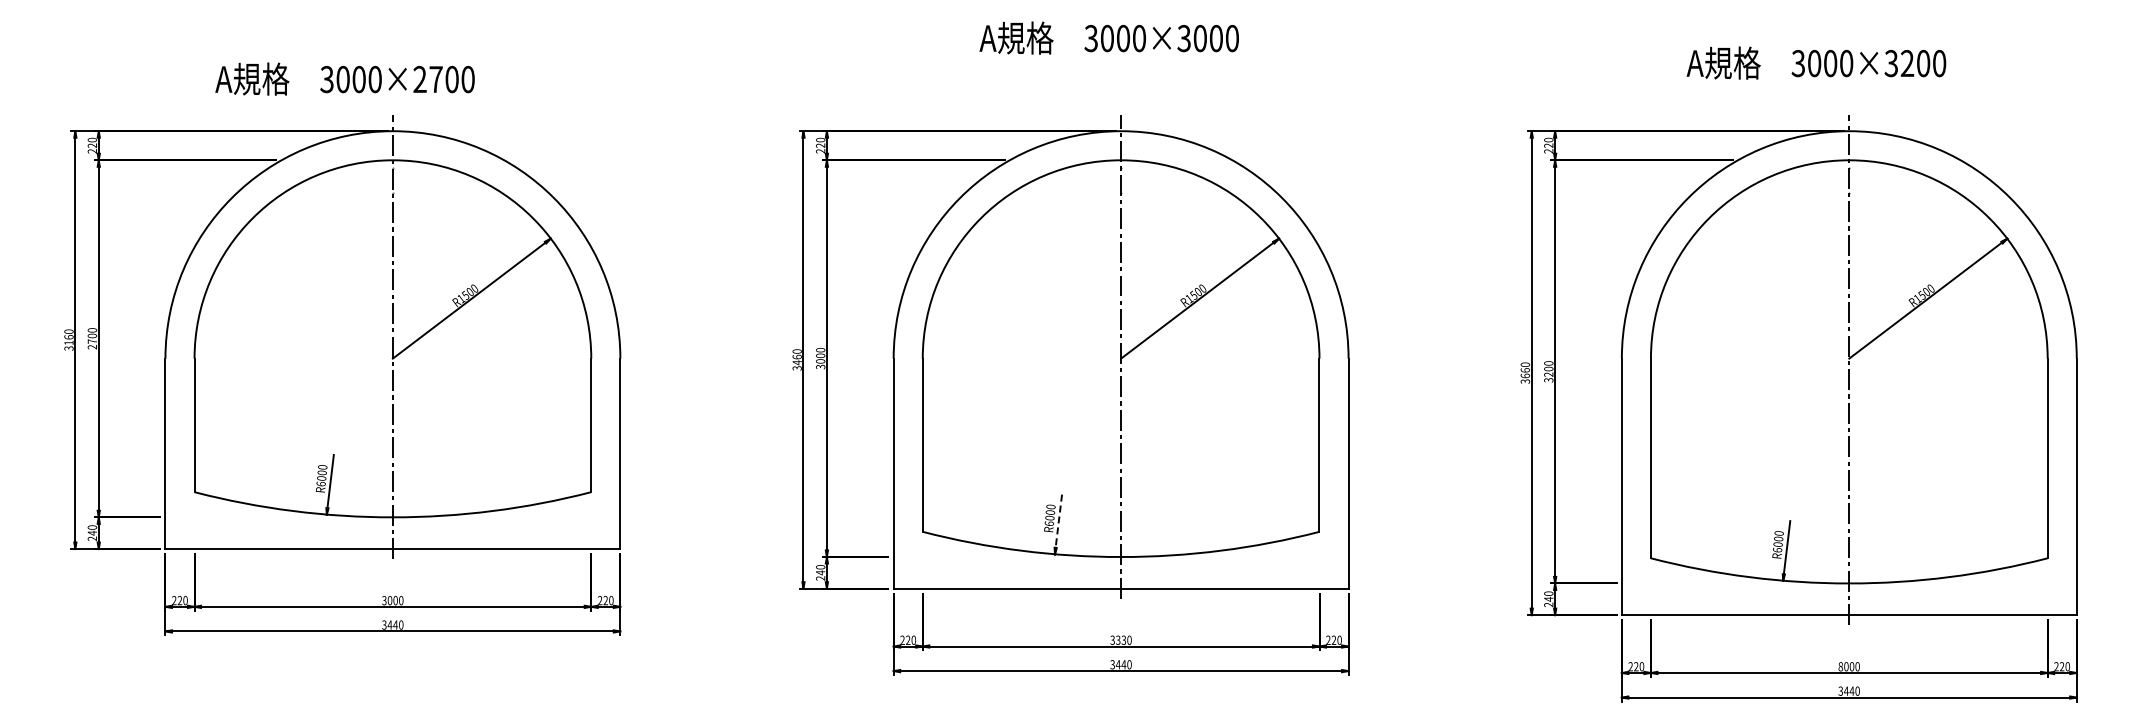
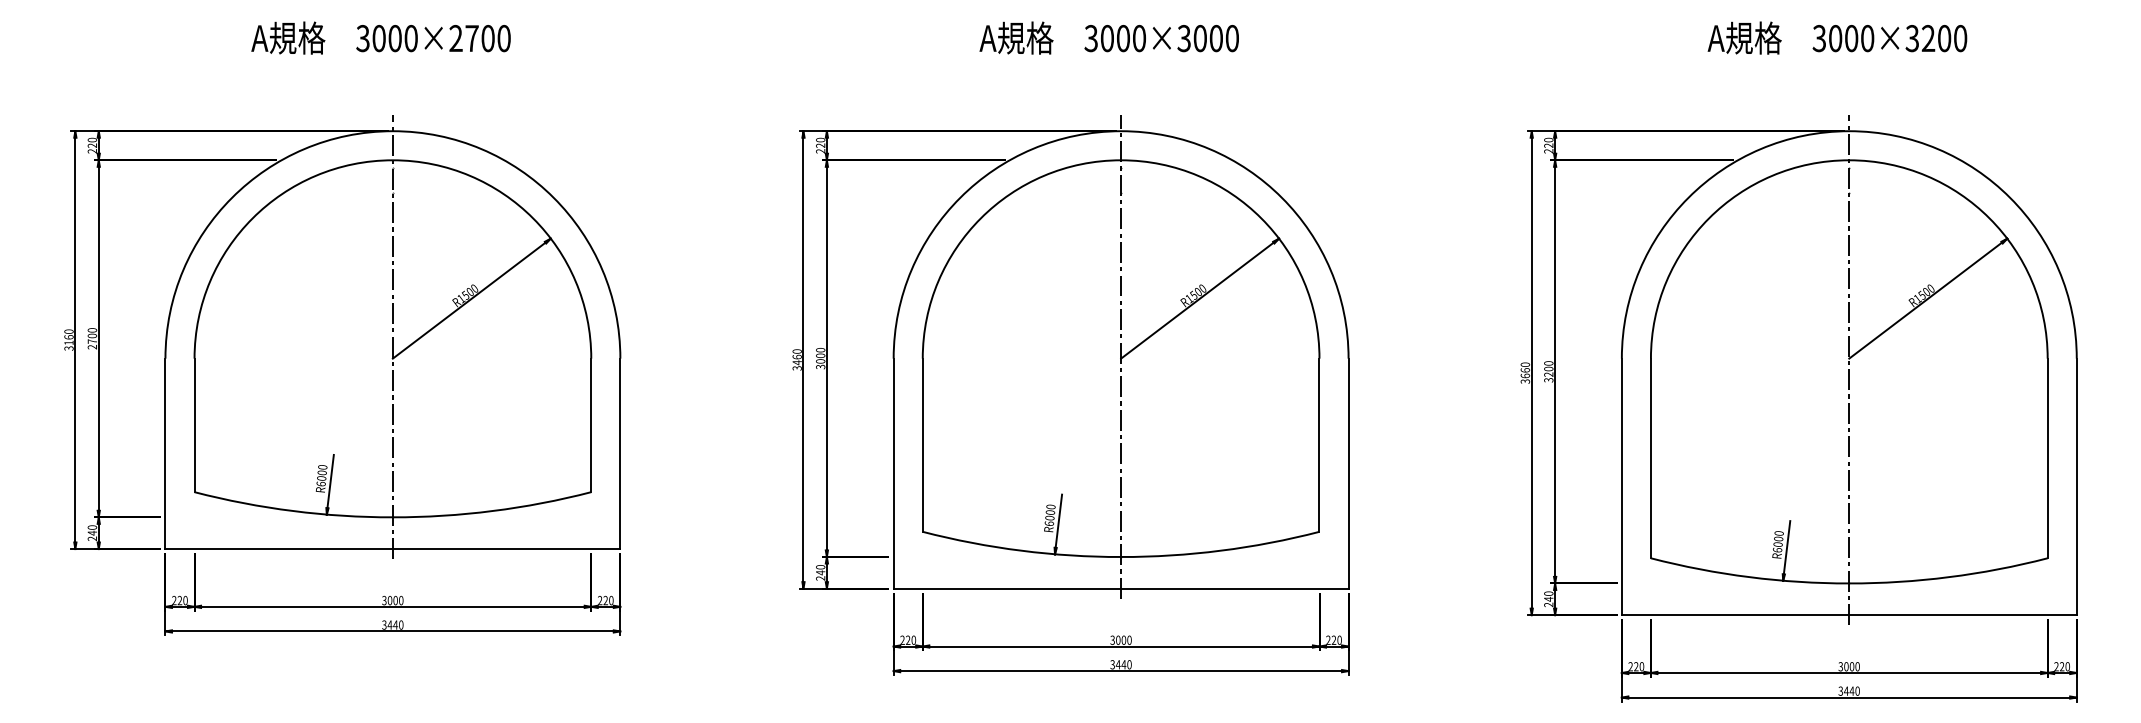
text at (1816, 62) position: (1816, 62) -> (1837, 37)
text at (344, 78) position: (344, 78) -> (380, 37)
line at (1058, 521): dashed -> solid
text at (1121, 639): 3330 -> 3000
text at (1840, 666): 8000 -> 3000
